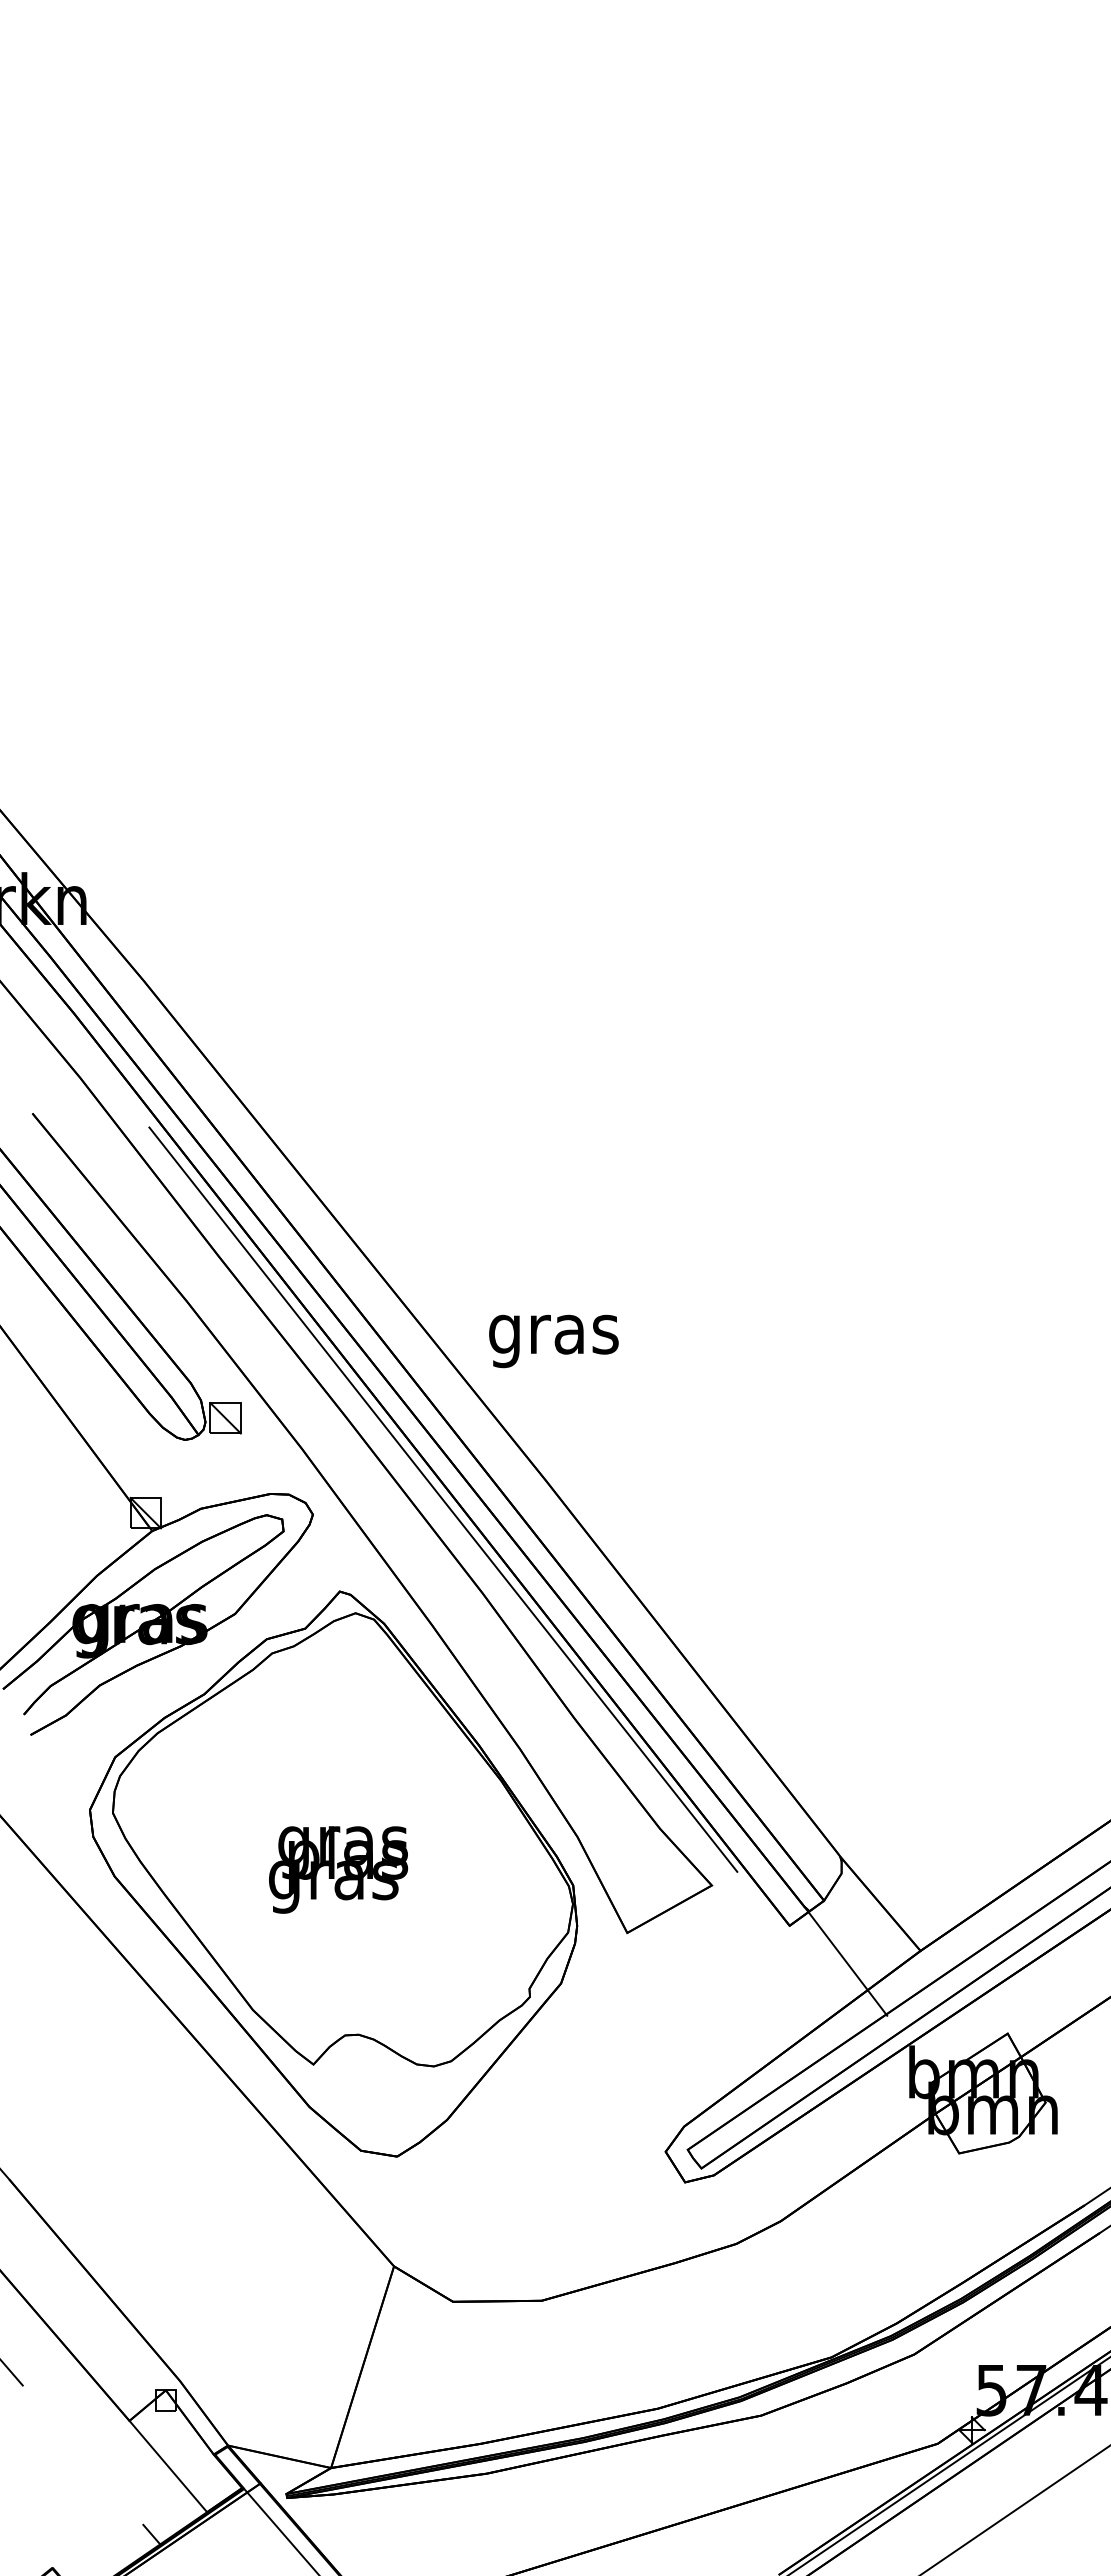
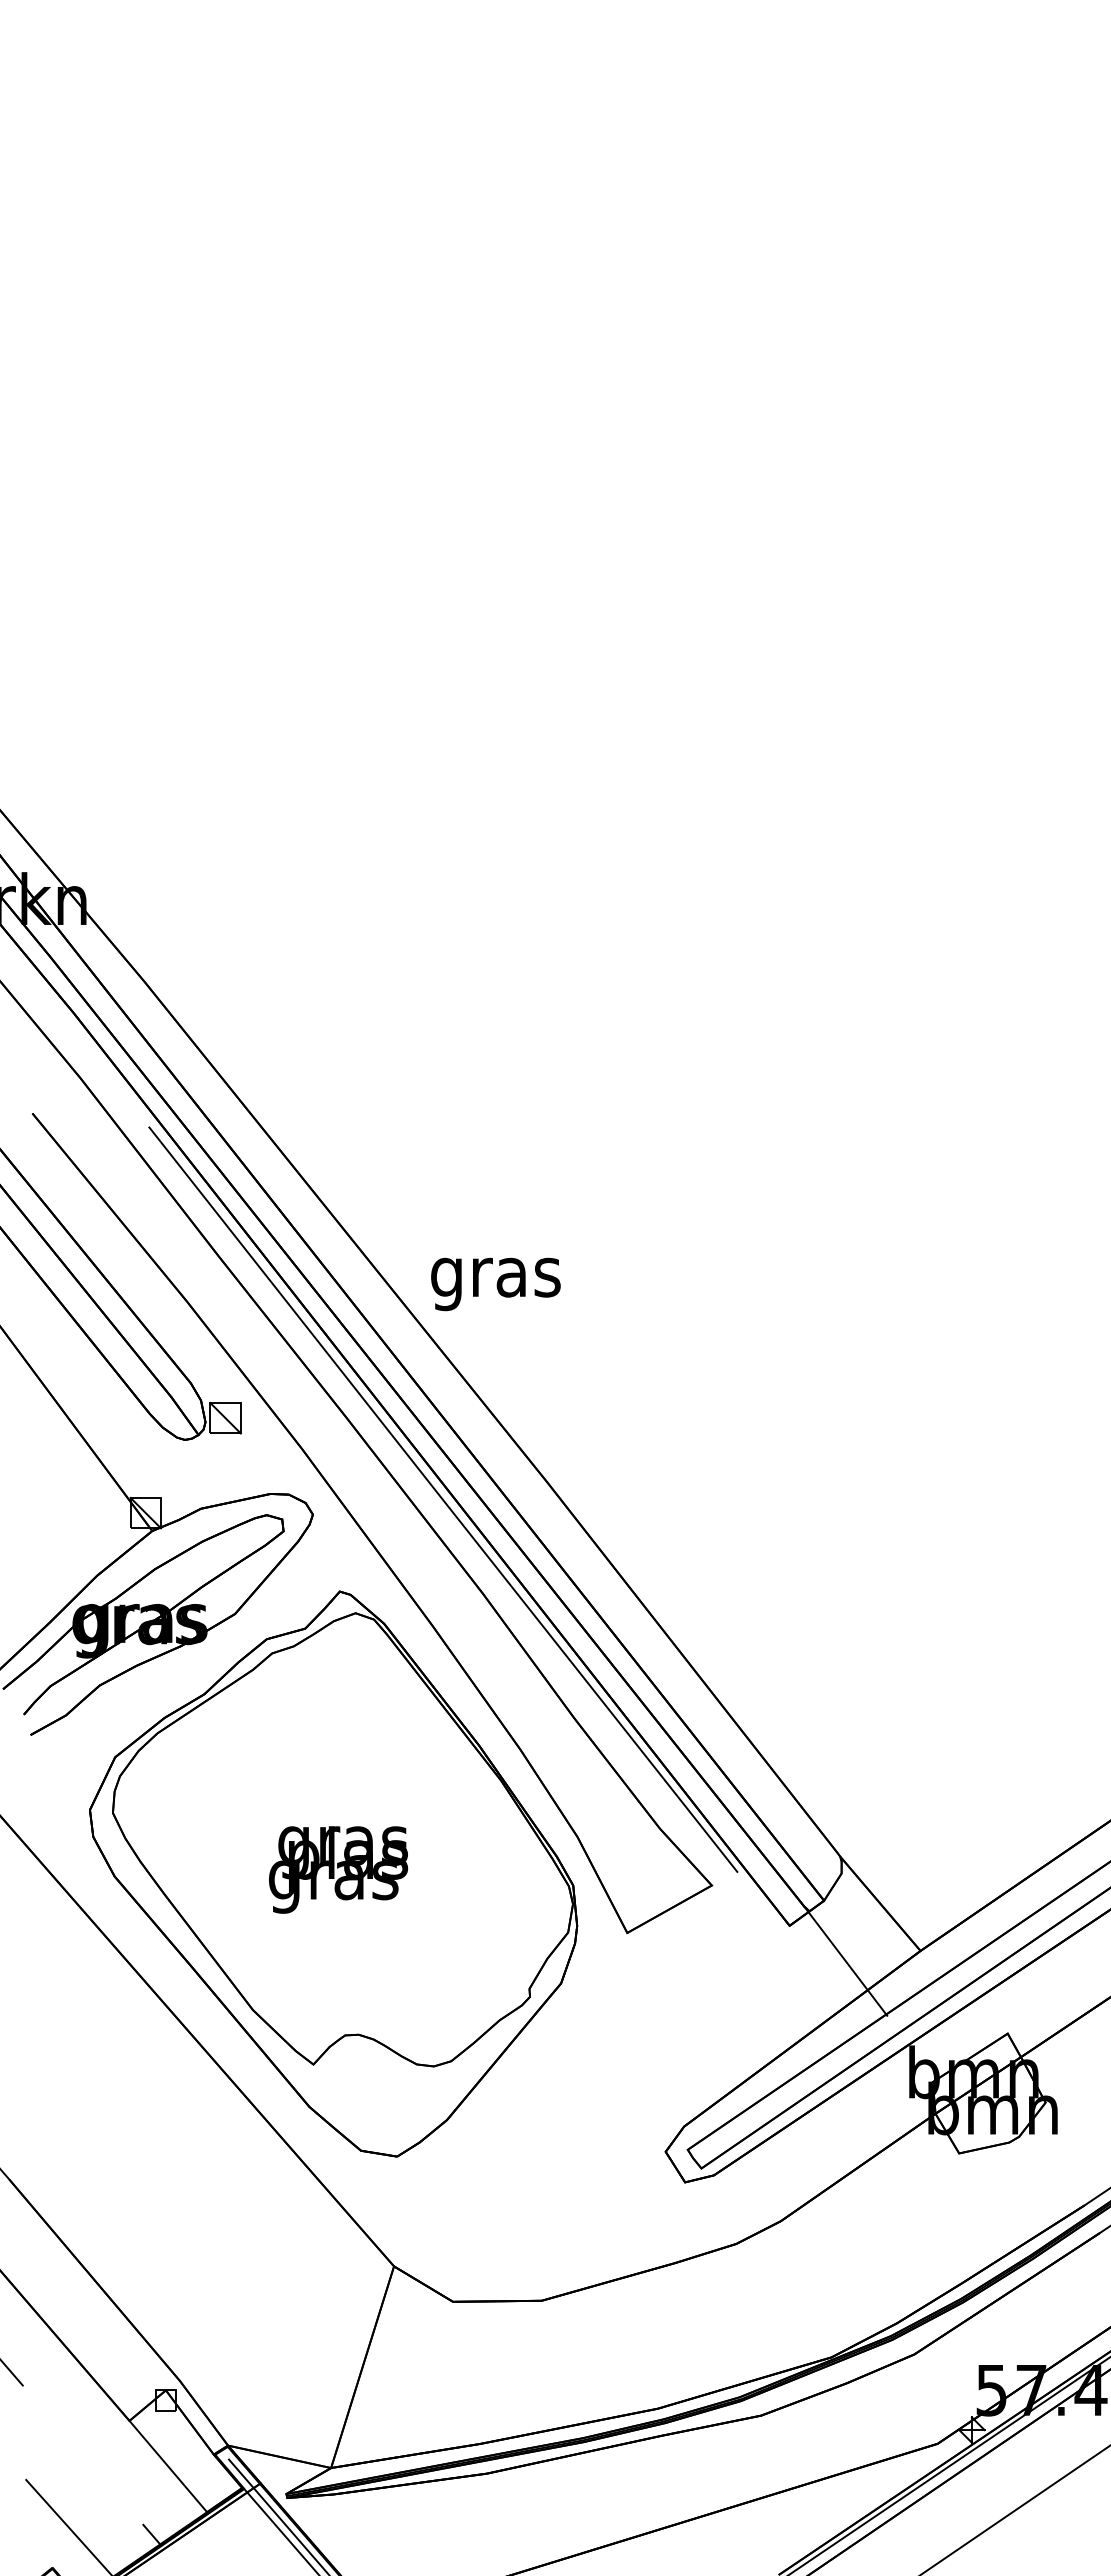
text at (553, 1341) position: (553, 1341) -> (495, 1284)
line at (277, 2515): none -> present
line at (67, 2525): none -> present
